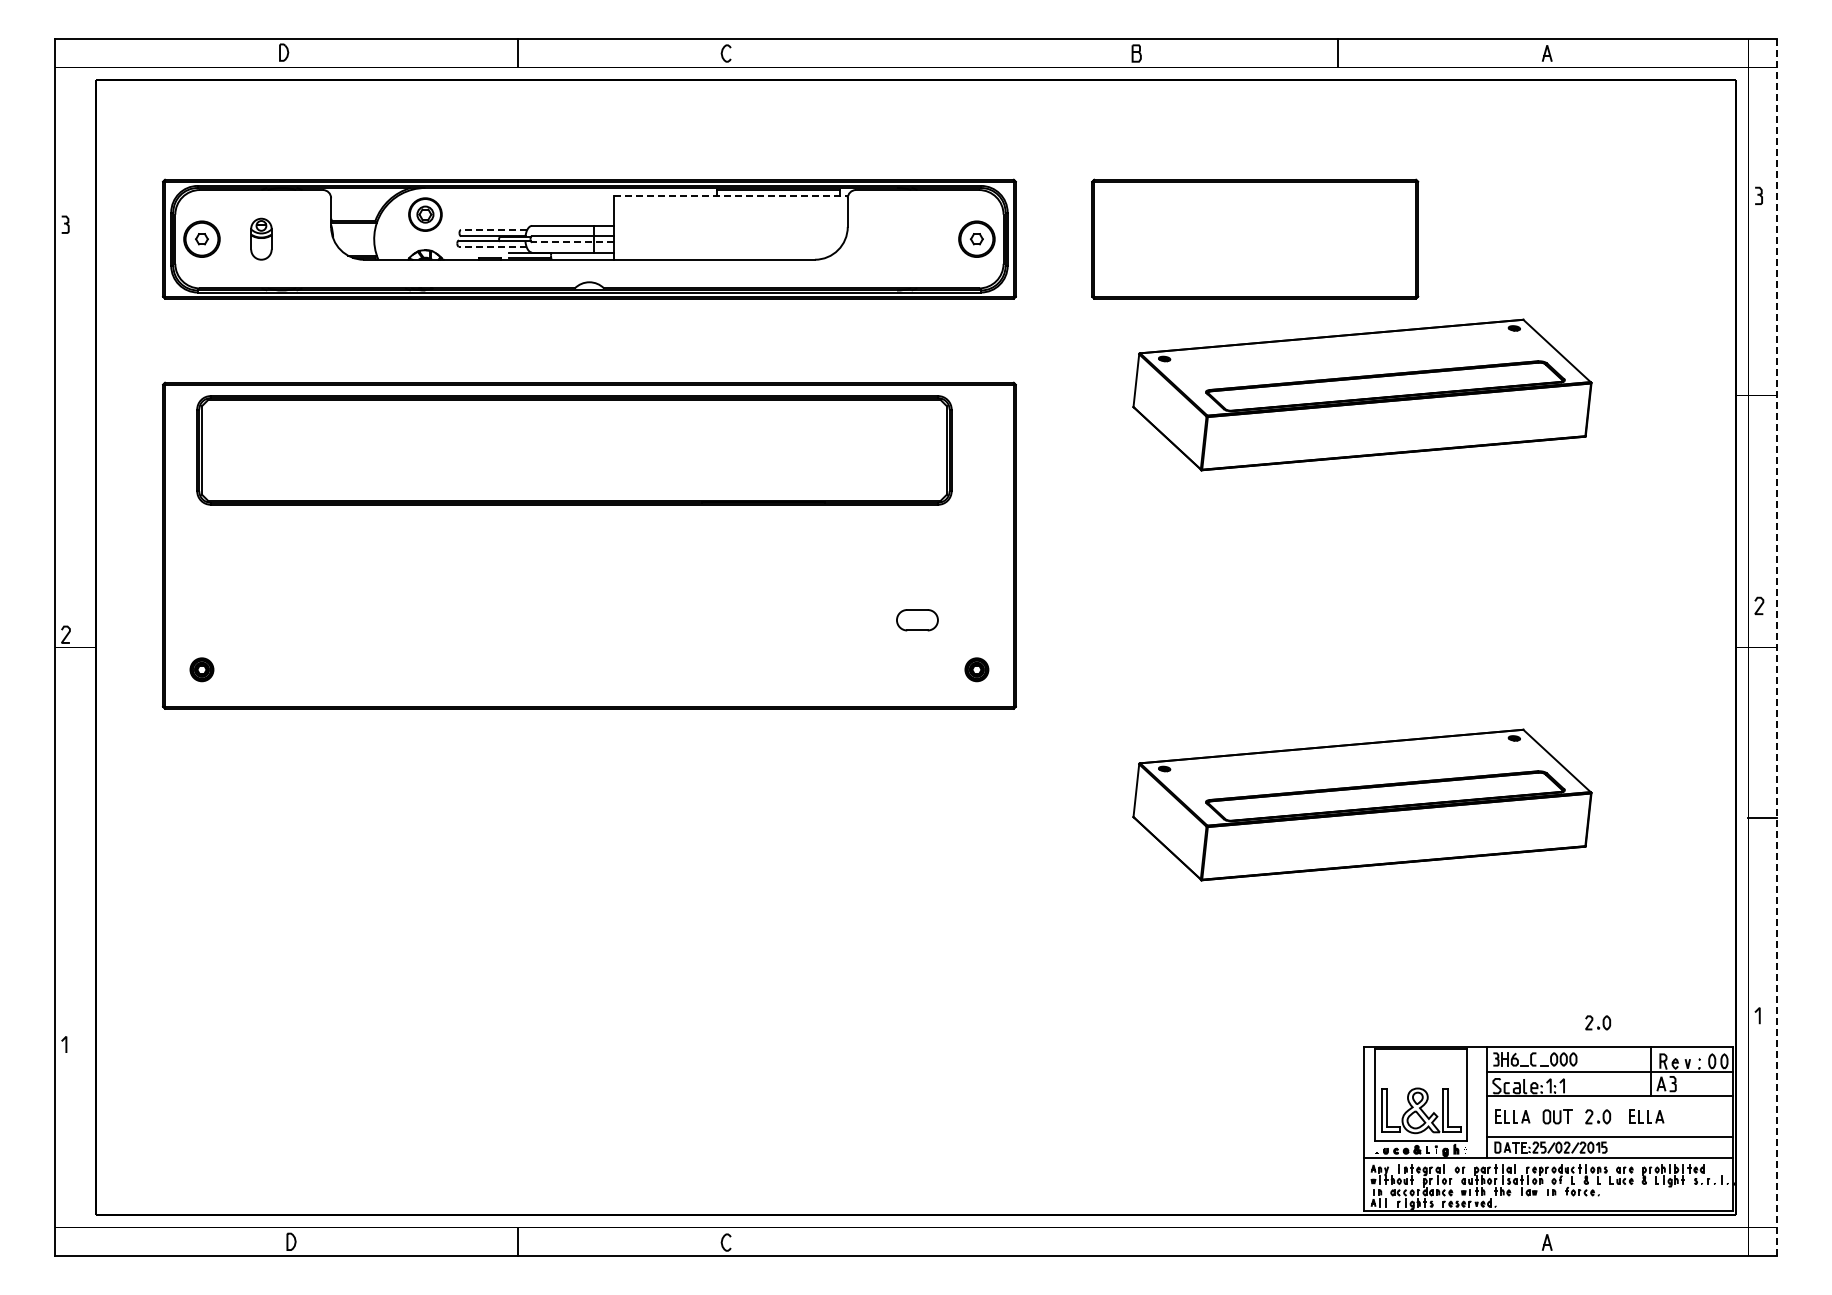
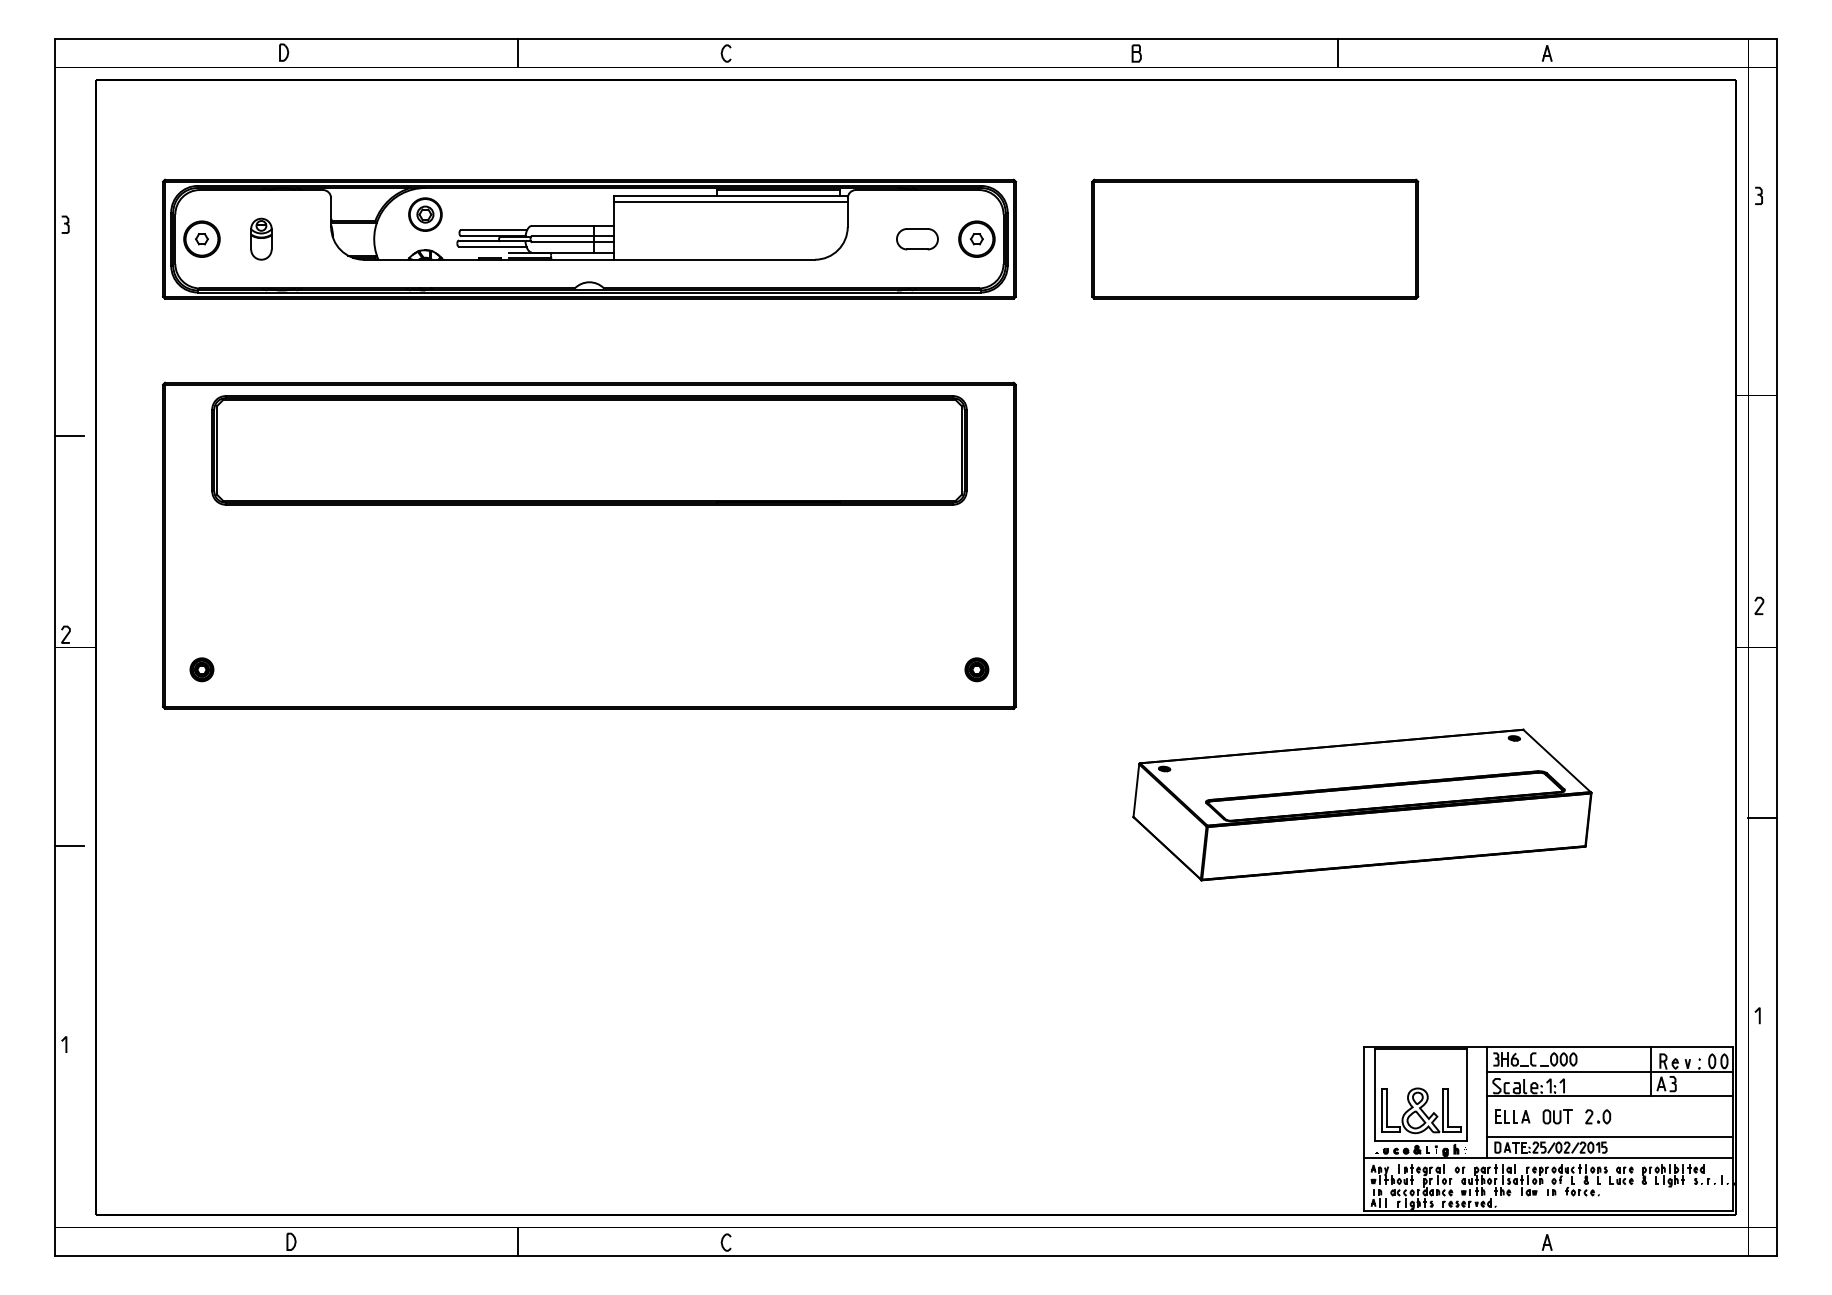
line at (731, 196): dashed -> solid
line at (730, 202): none -> present
line at (493, 230): dashed -> solid
line at (572, 242): dashed -> solid
line at (492, 246): dashed -> solid
part at (1362, 394): present -> none
line at (68, 436): none -> present
part at (574, 450) position: (574, 450) -> (589, 450)
part at (917, 620) position: (917, 620) -> (917, 239)
line at (1777, 647): dashed -> solid
line at (68, 846): none -> present
part at (1598, 1022): present -> none
part at (1646, 1116): present -> none
